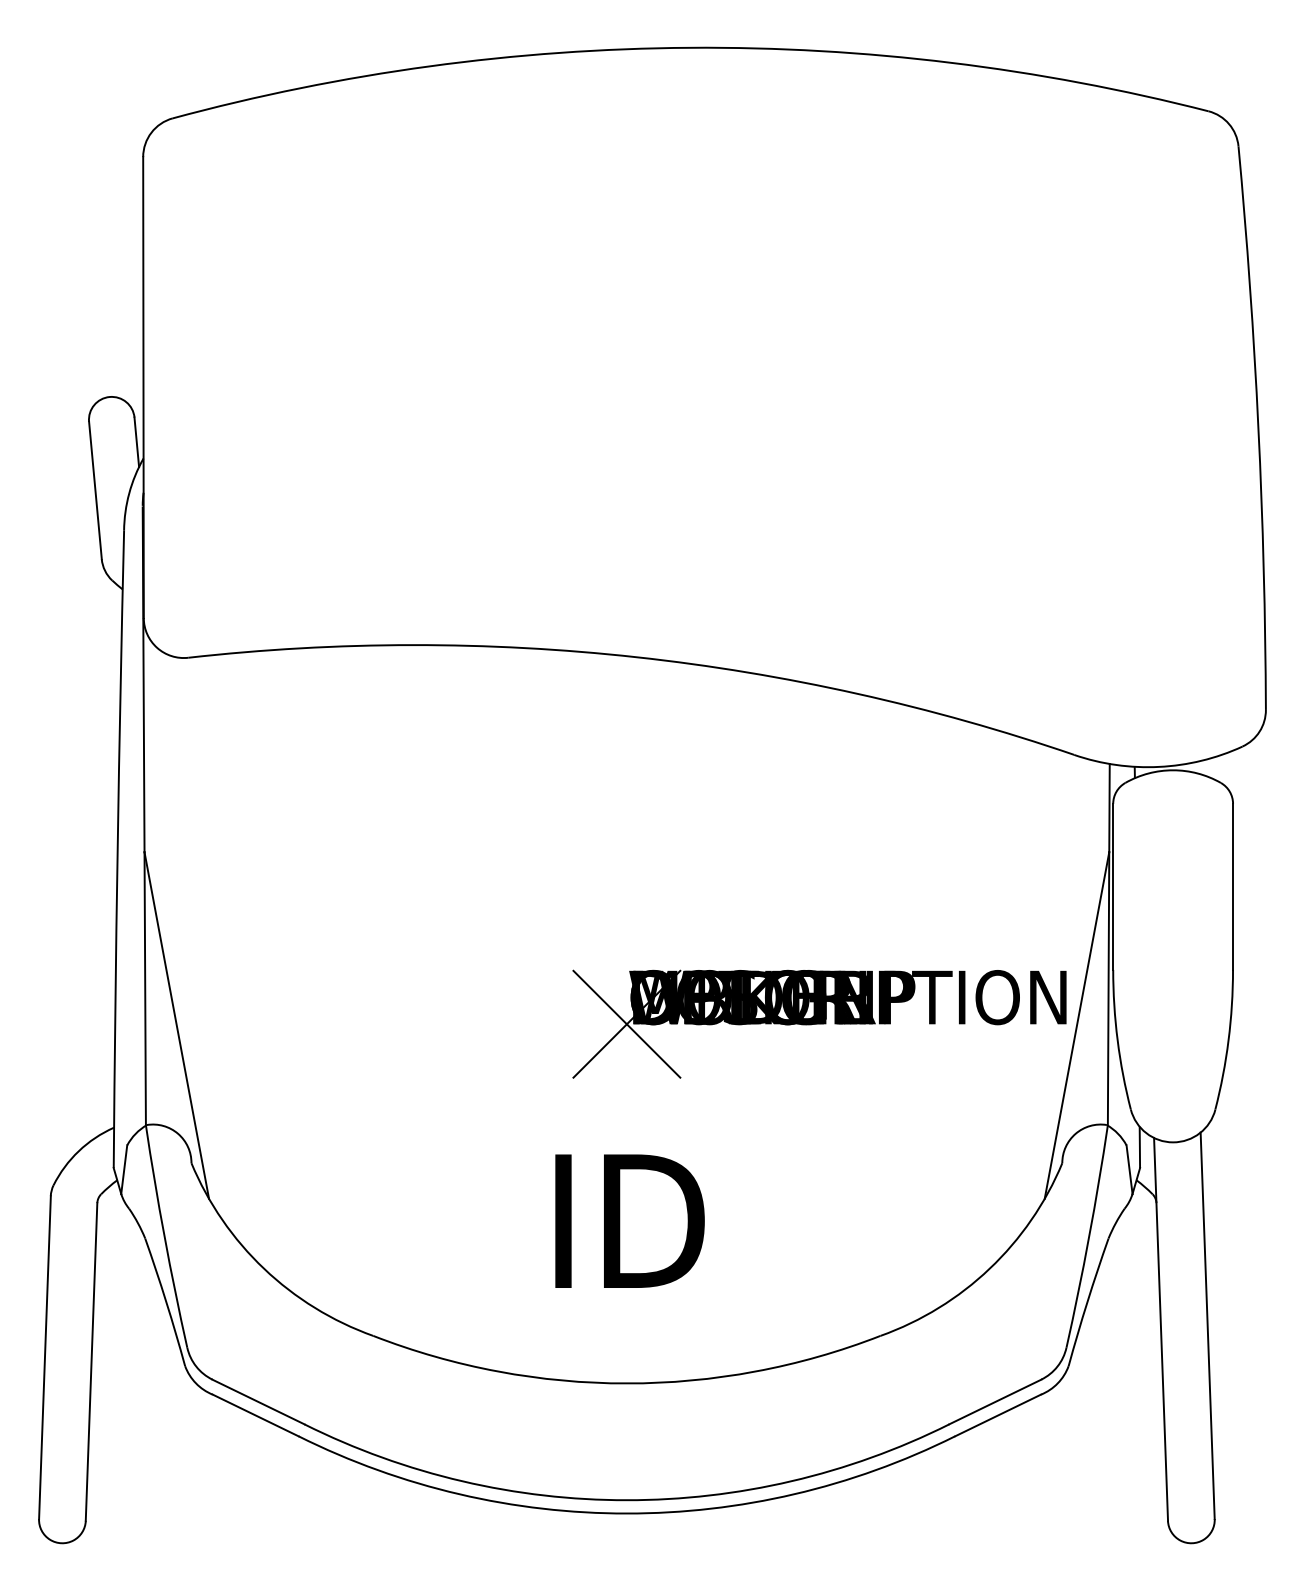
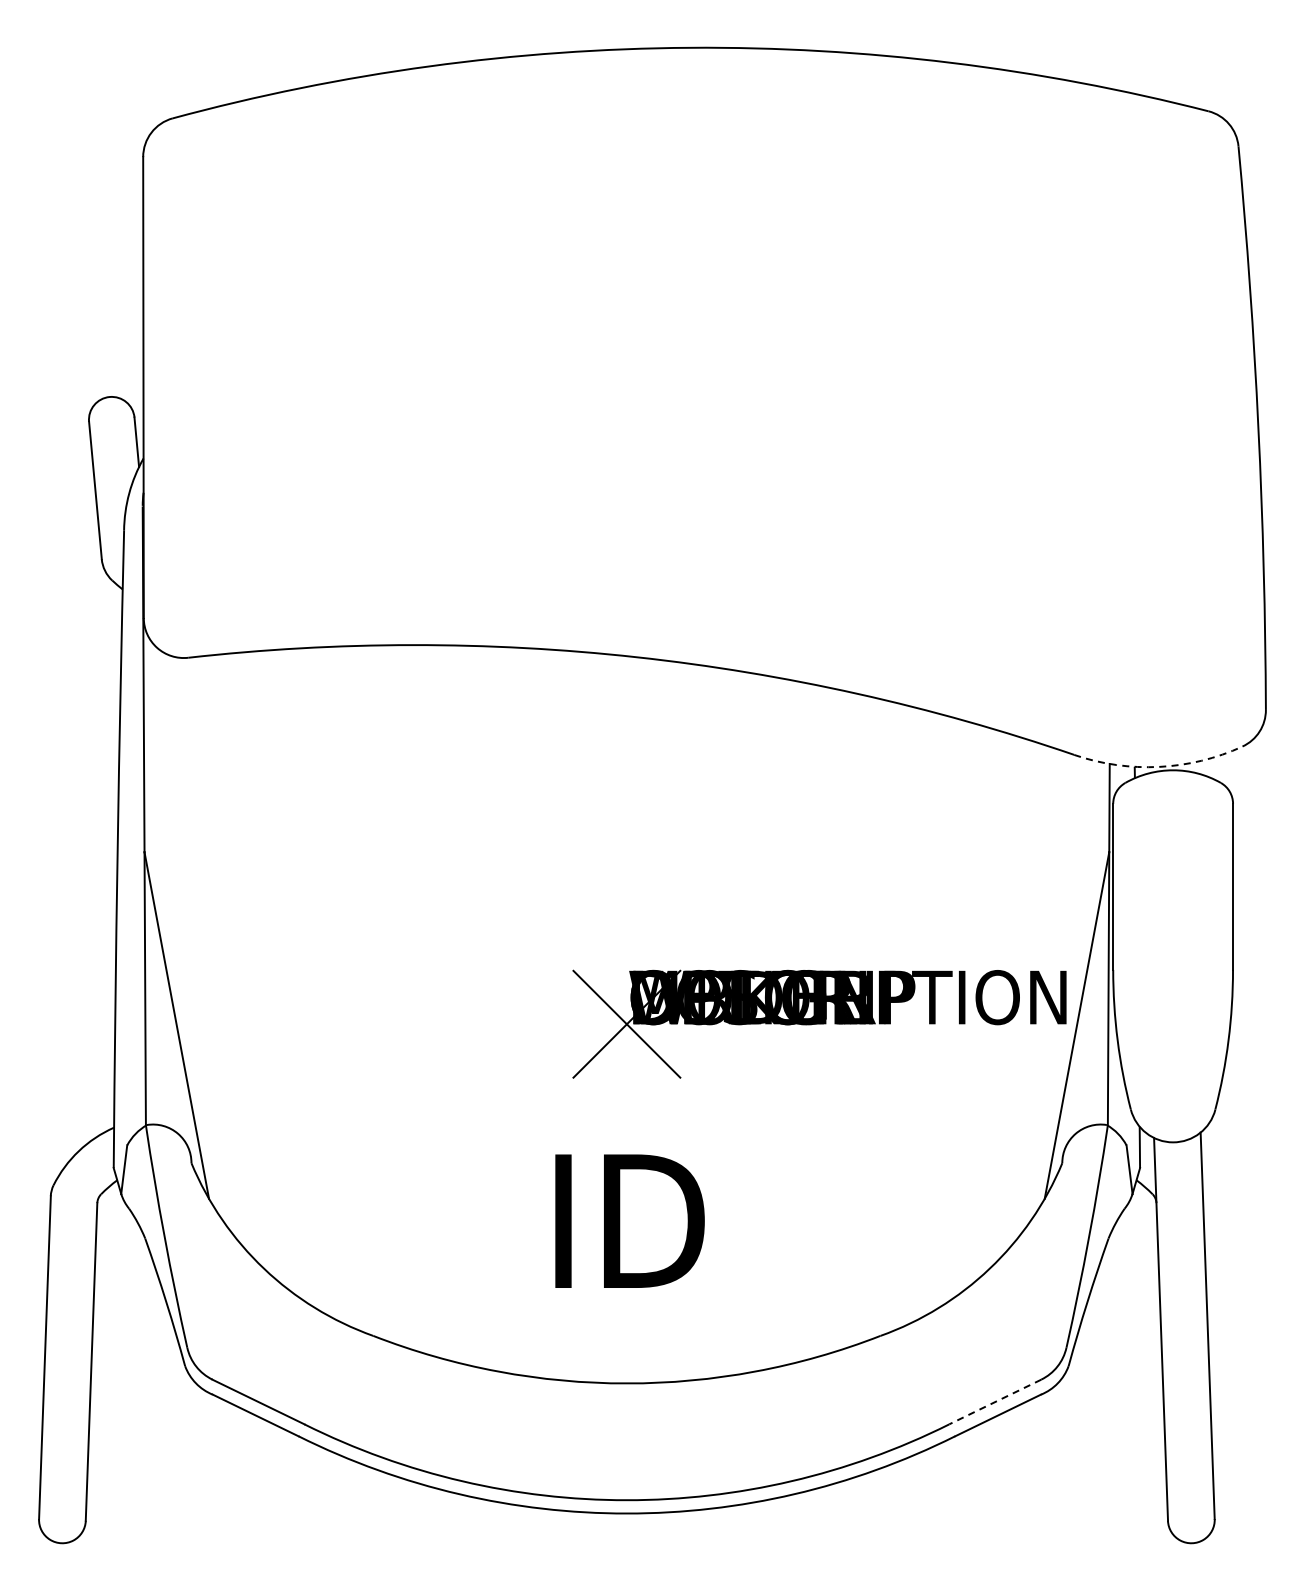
arc at (1159, 766): solid -> dashed
line at (994, 1402): solid -> dashed
